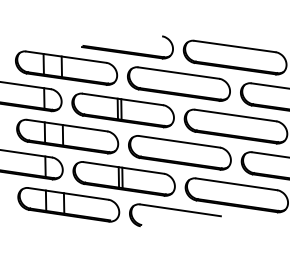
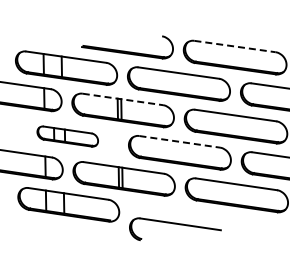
line at (234, 46): solid -> dashed
line at (122, 99): solid -> dashed
part at (67, 136) size: 104x37 px -> 63x23 px
line at (179, 141): solid -> dashed
part at (175, 215) position: (175, 215) -> (175, 229)
